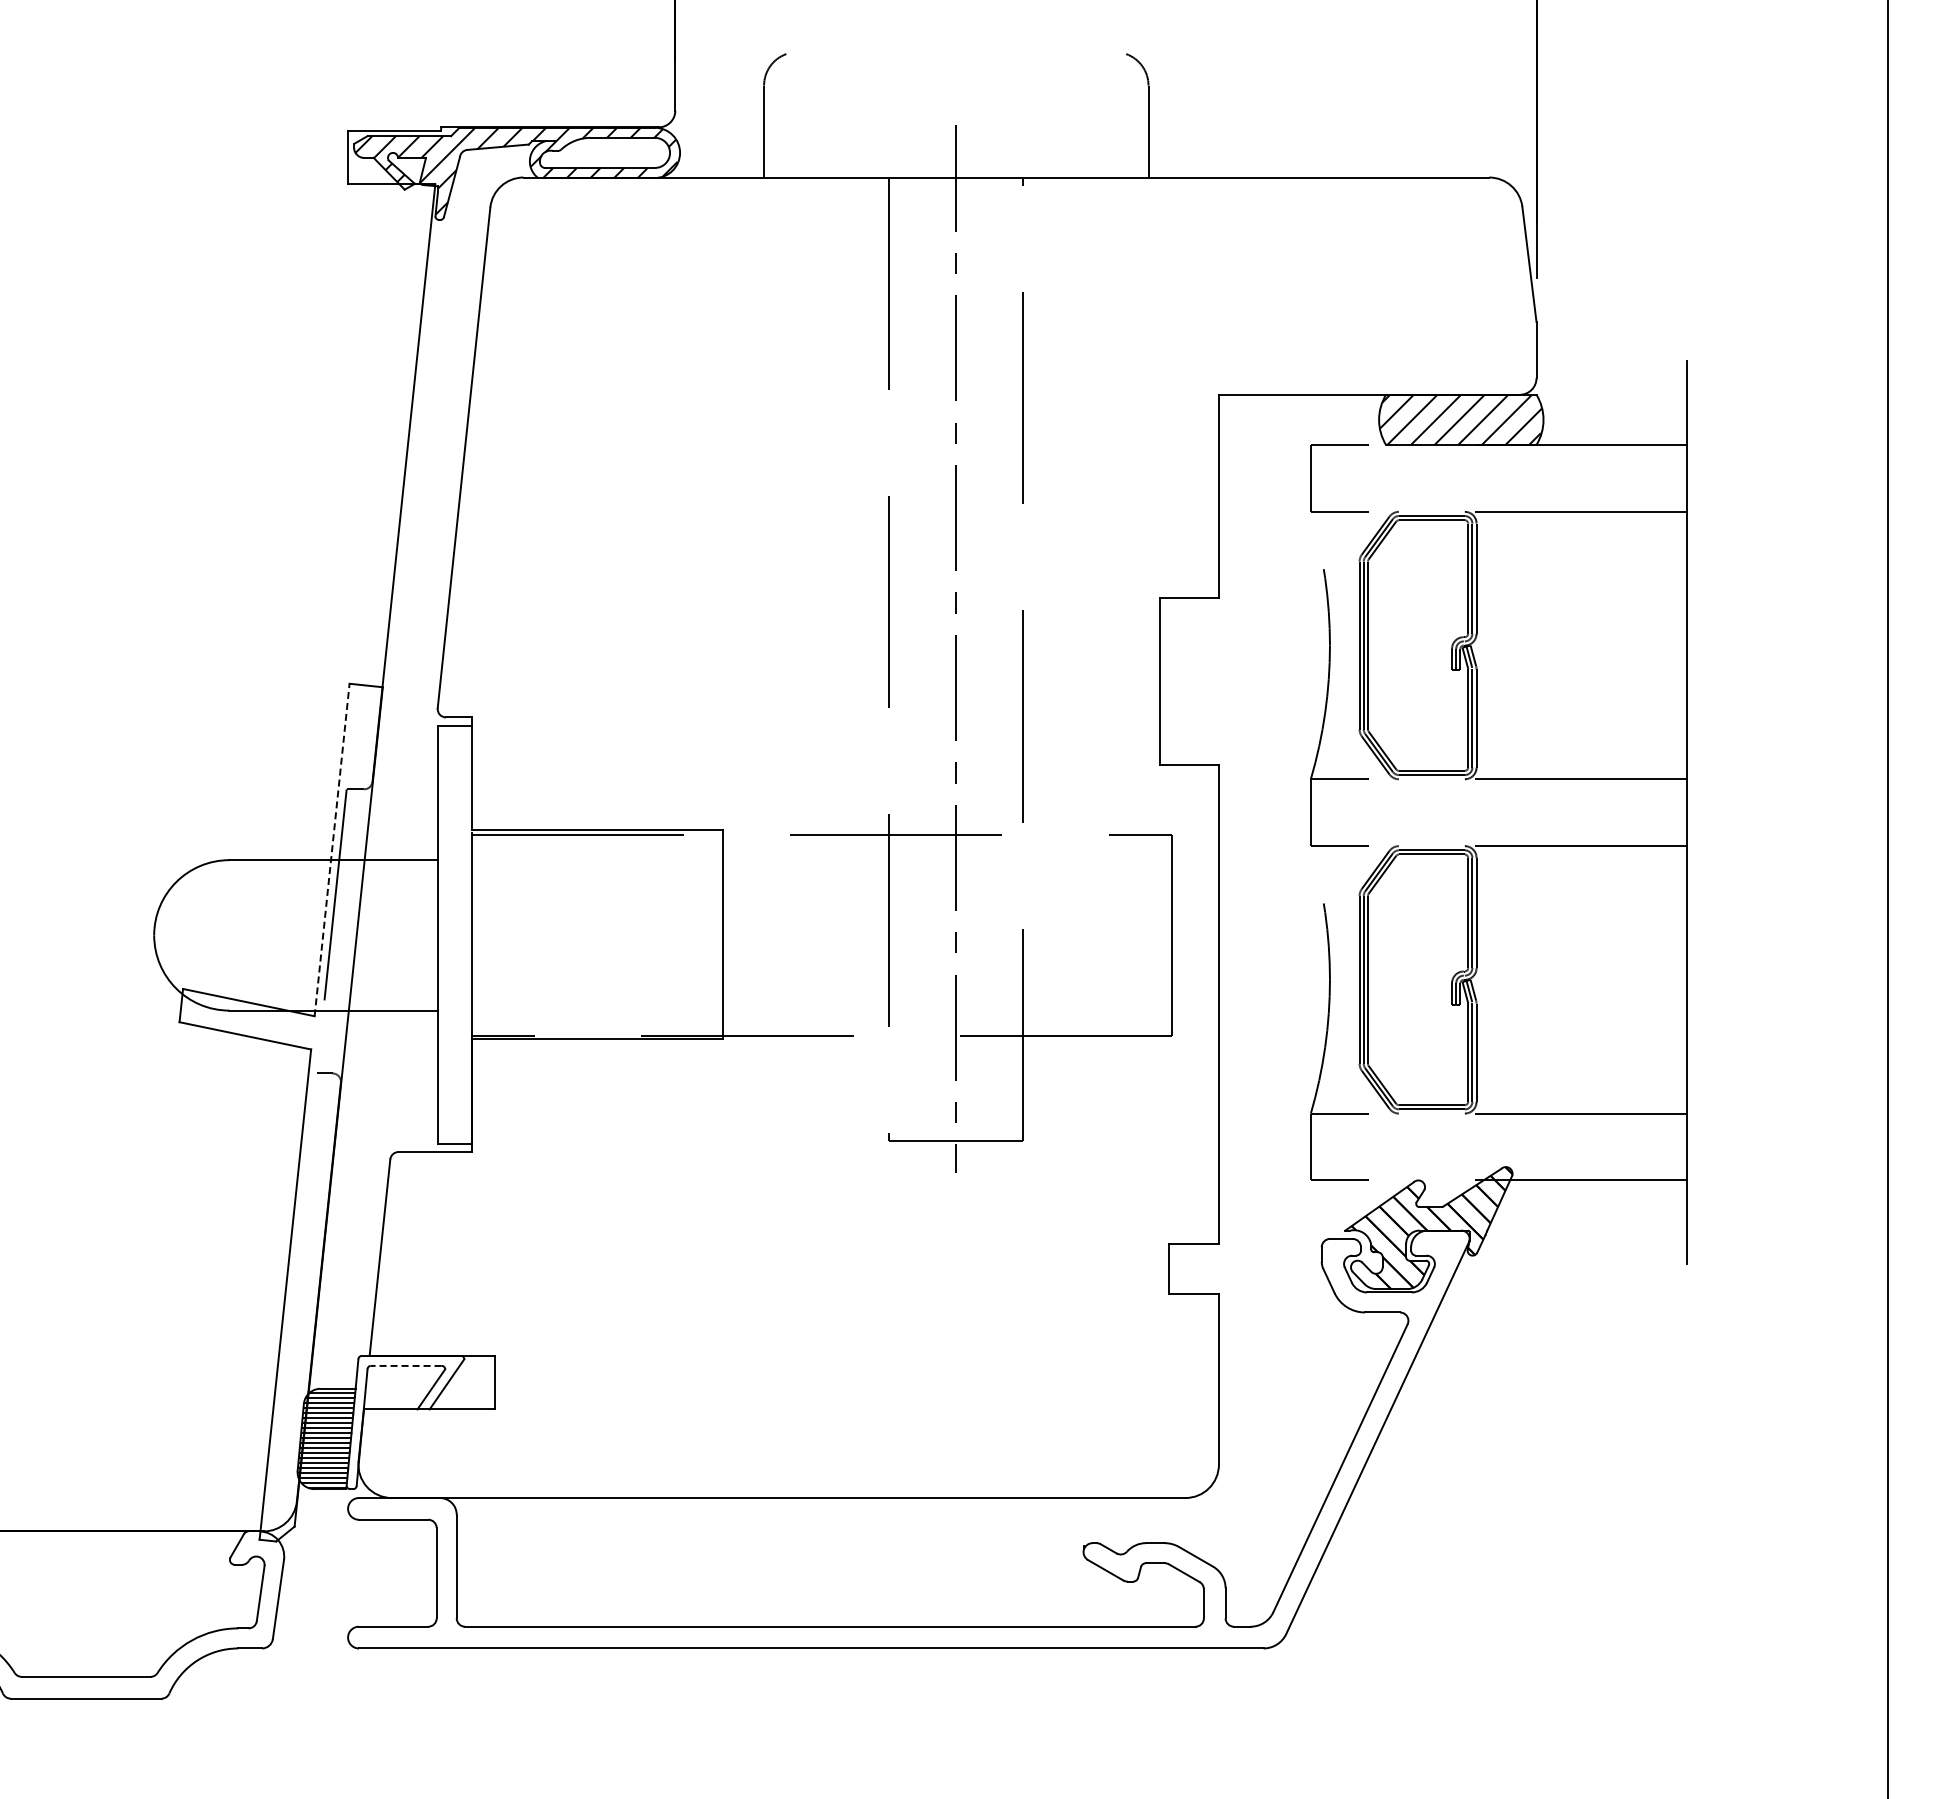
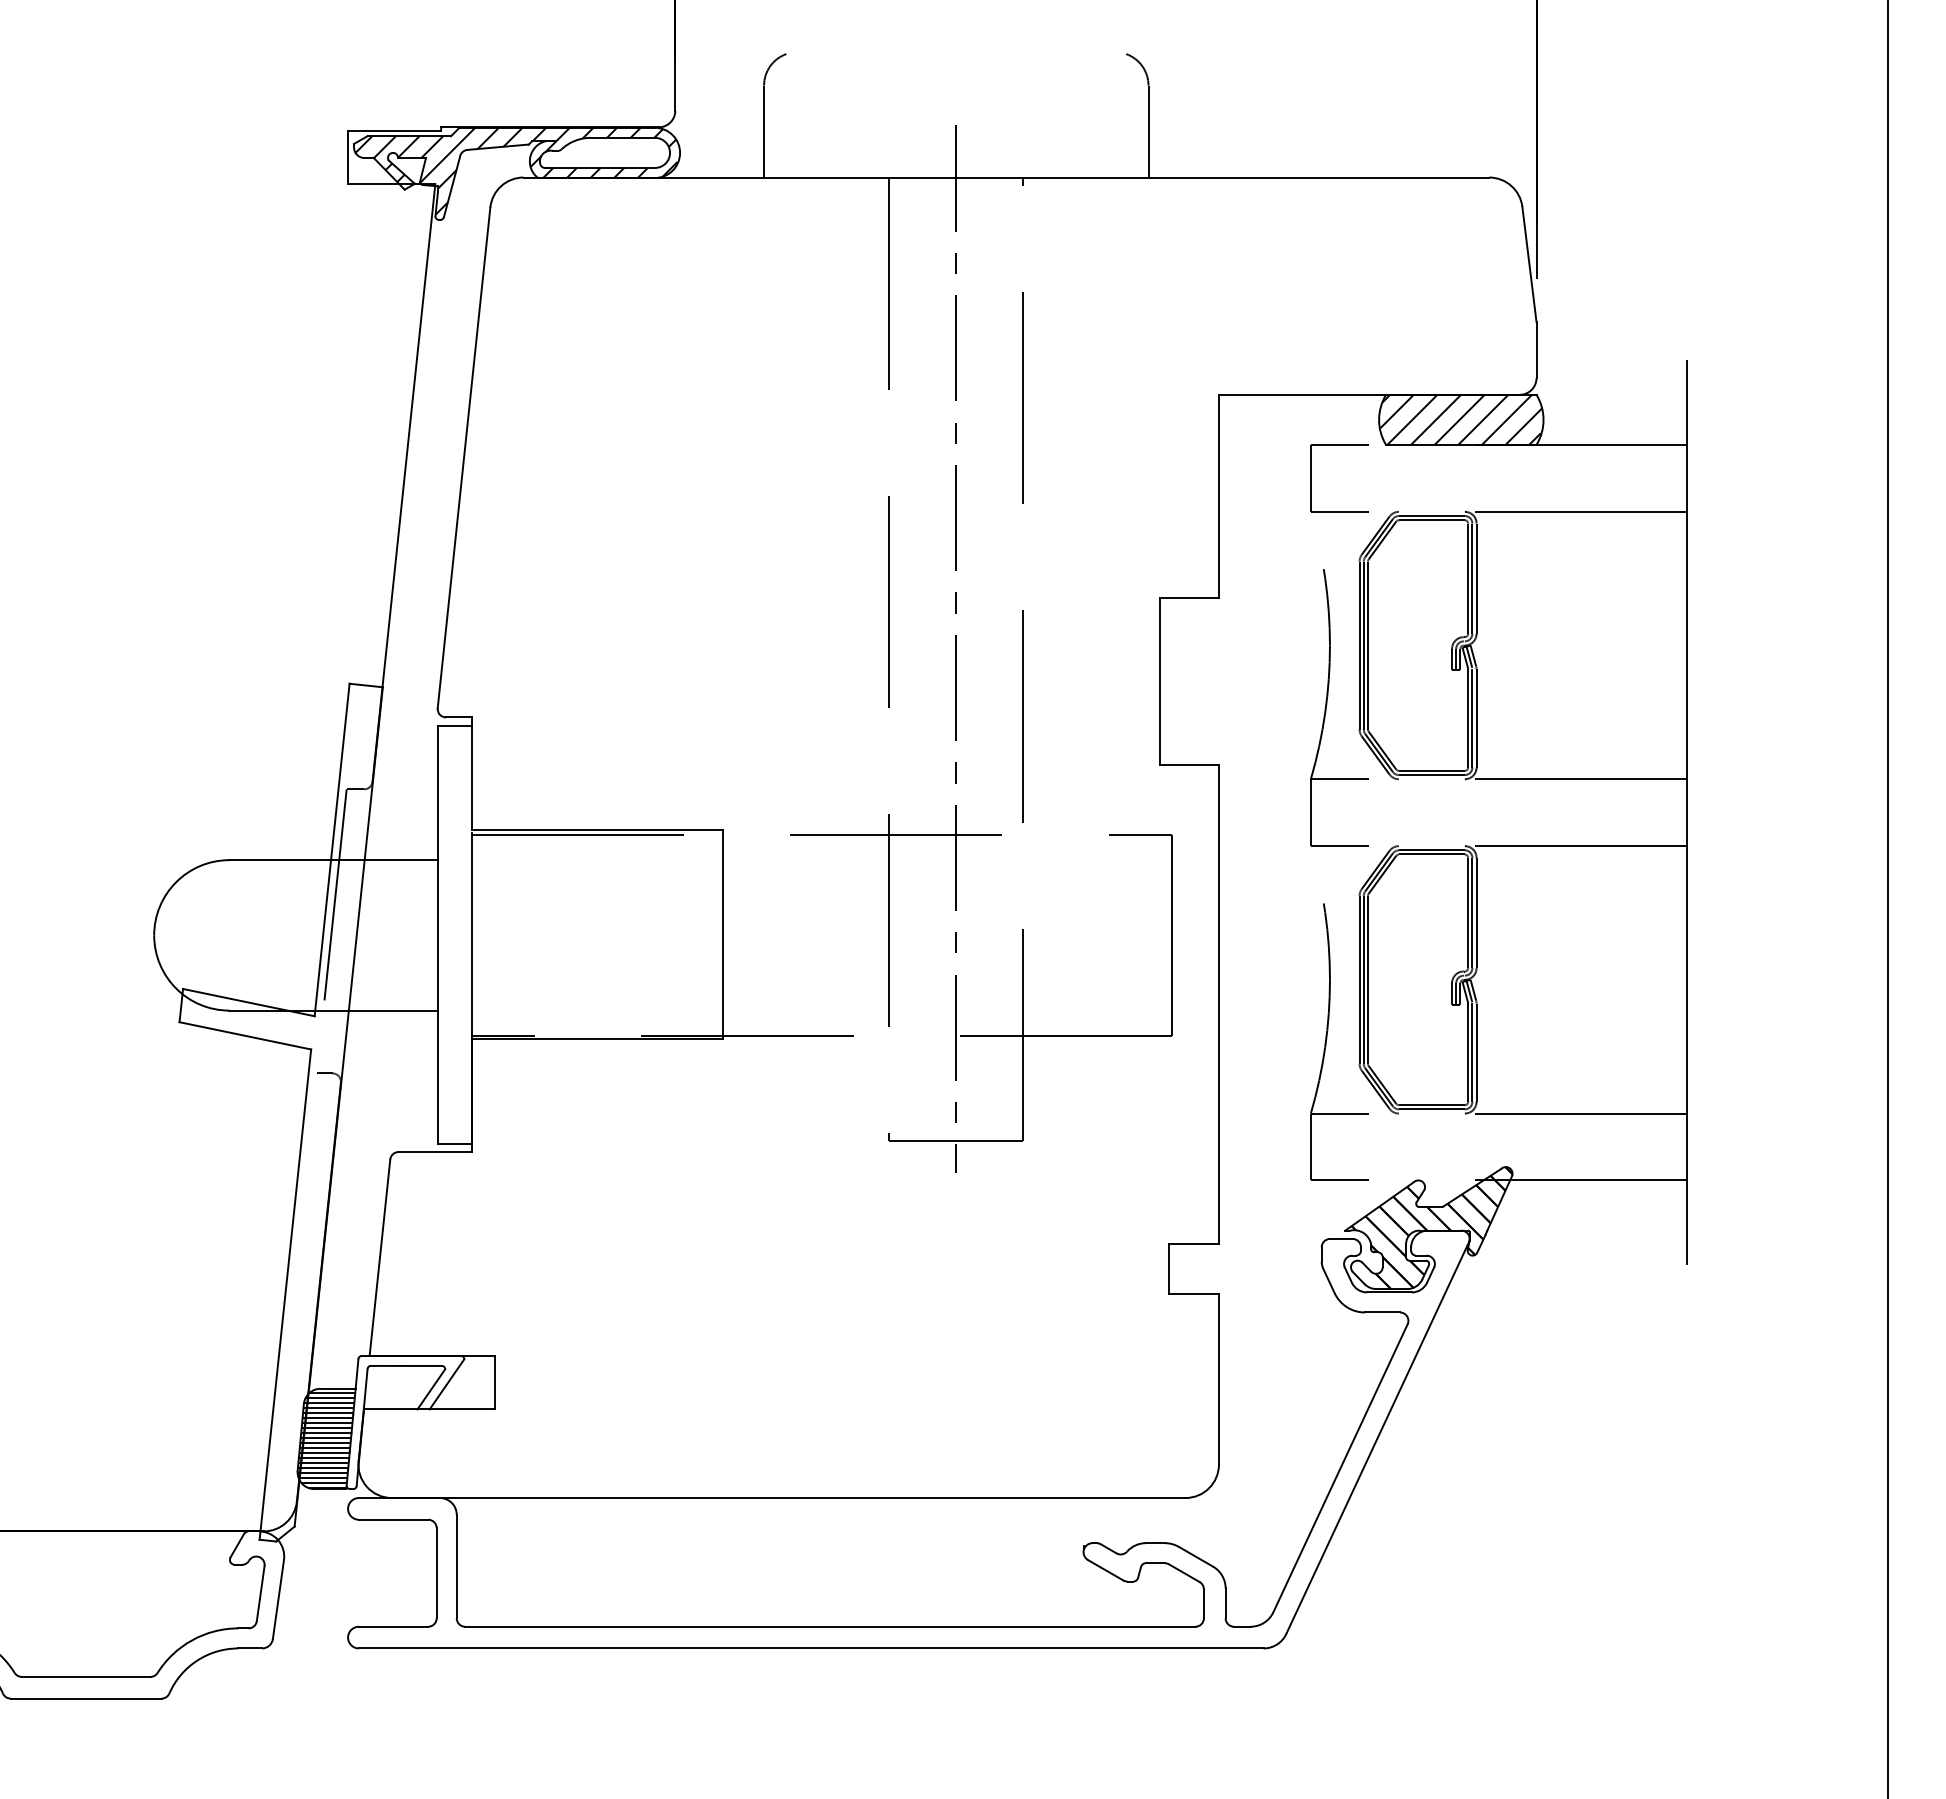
line at (332, 849): dashed -> solid
line at (405, 1365): dashed -> solid
